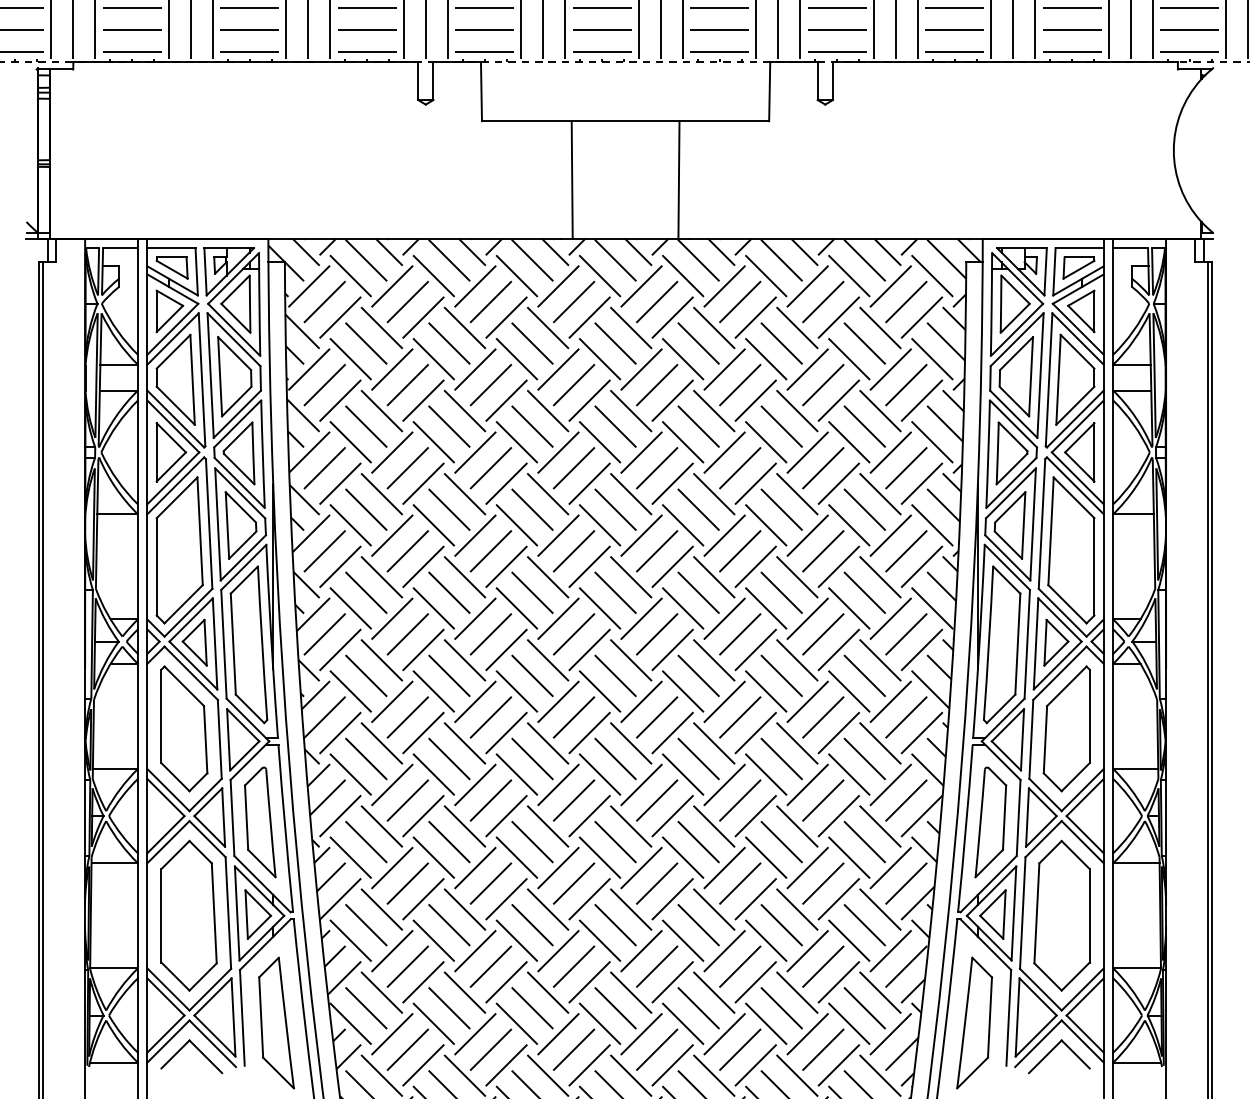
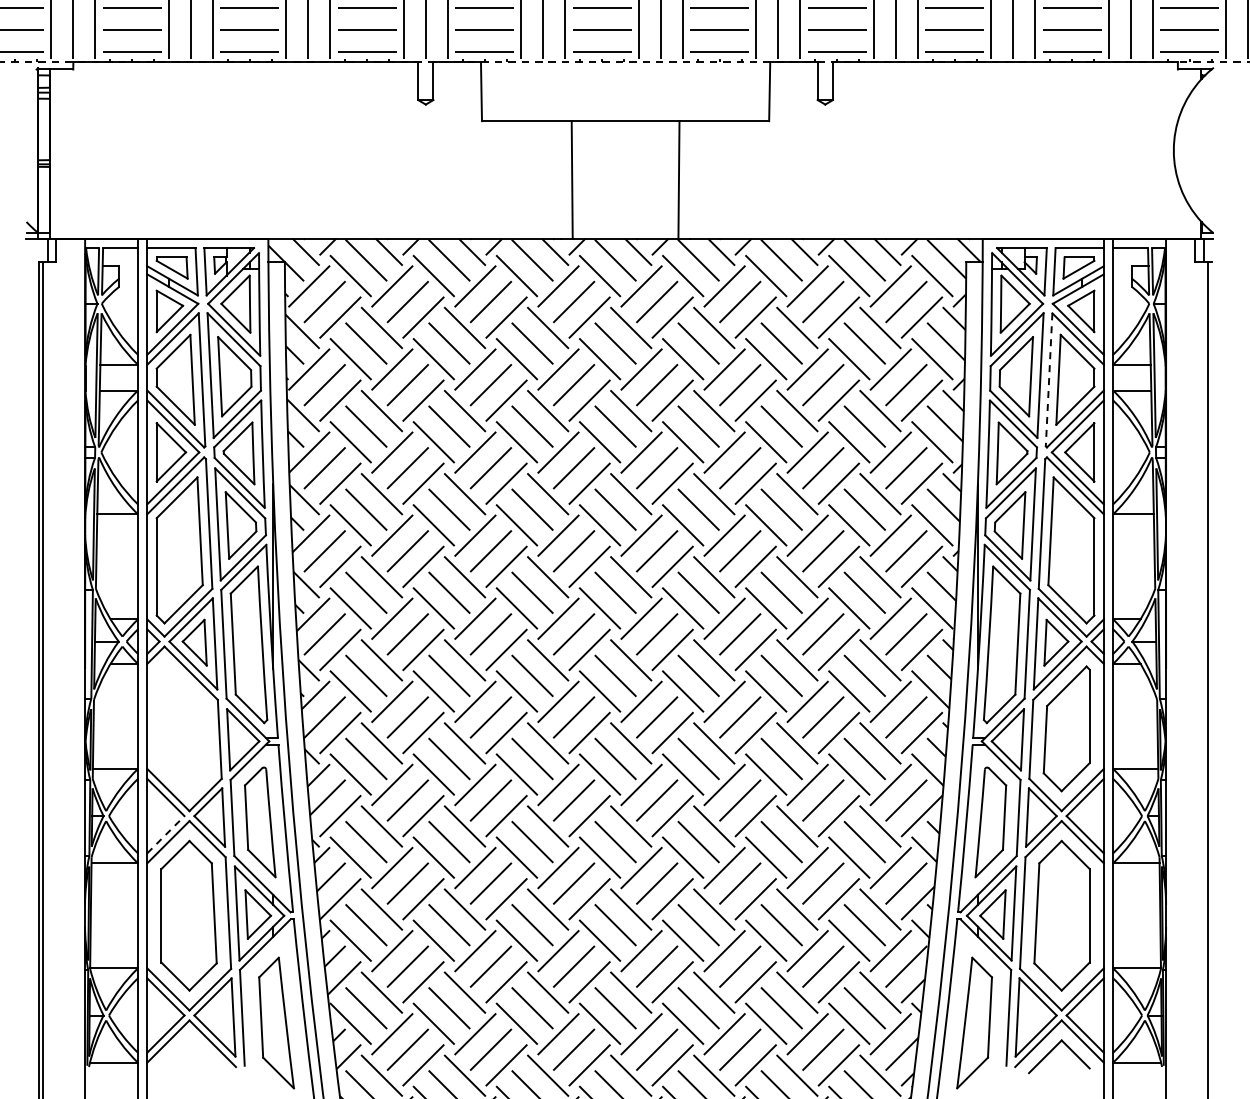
line at (1049, 379): solid -> dashed
line at (1211, 678): present -> none
part at (184, 728): present -> none
line at (166, 834): solid -> dashed
part at (197, 1049): present -> none
